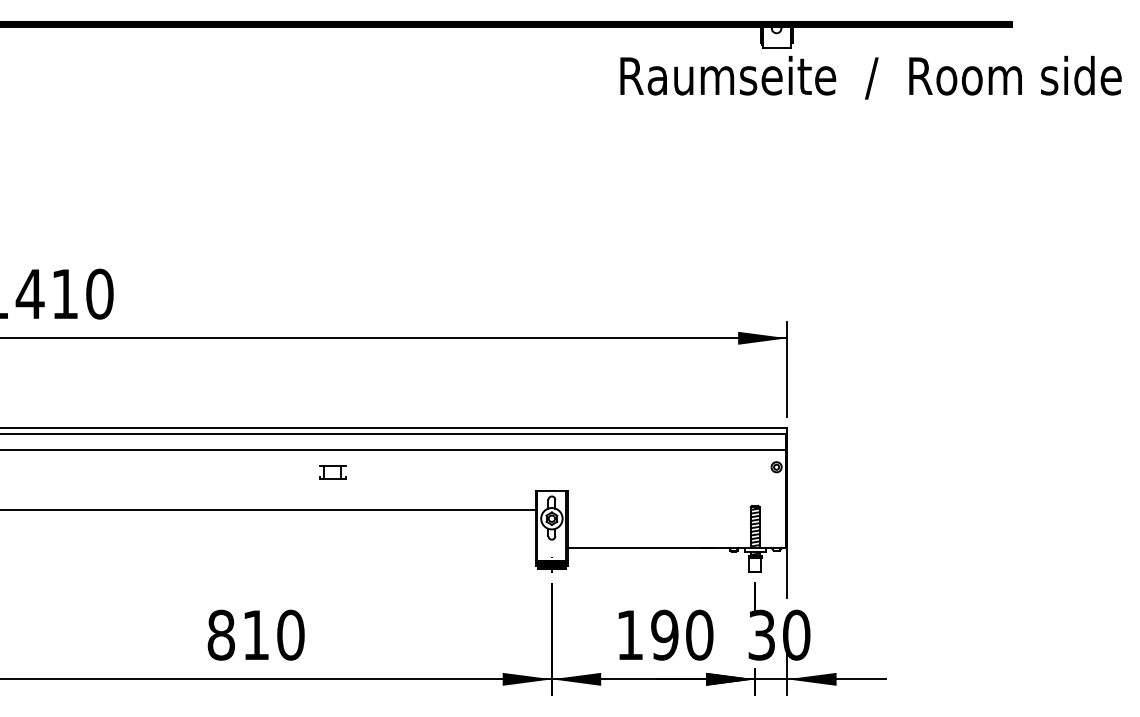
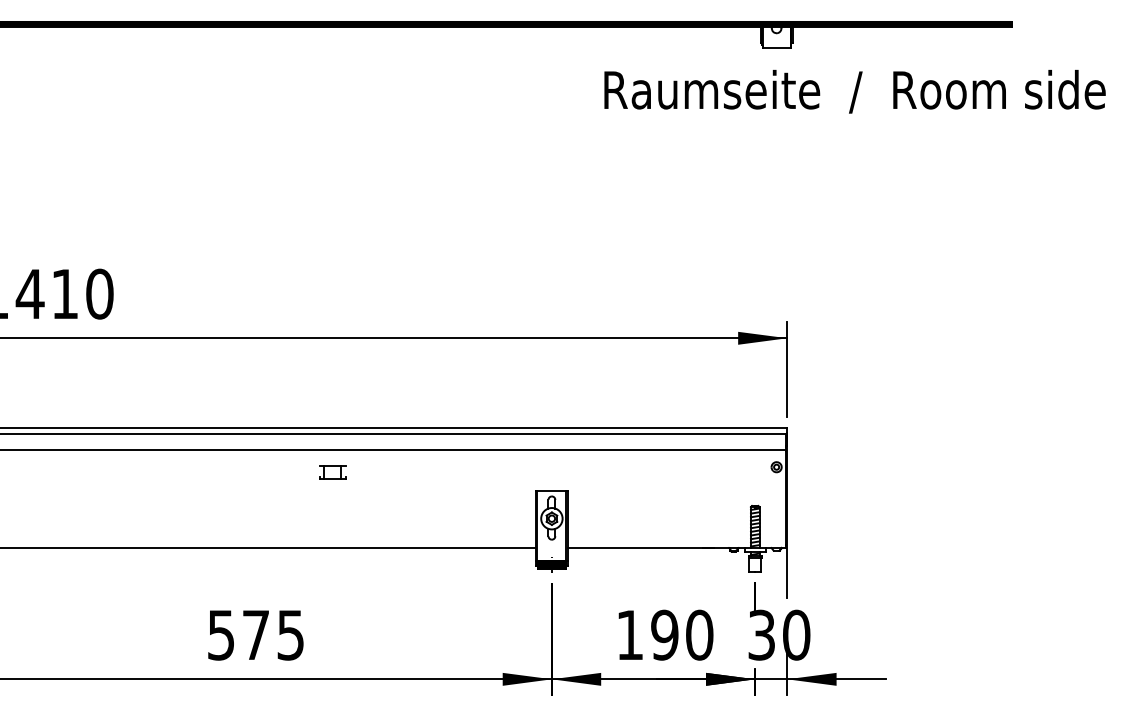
text at (870, 77) position: (870, 77) -> (854, 91)
line at (268, 510) position: (268, 510) -> (268, 548)
text at (255, 634): 810 -> 575
